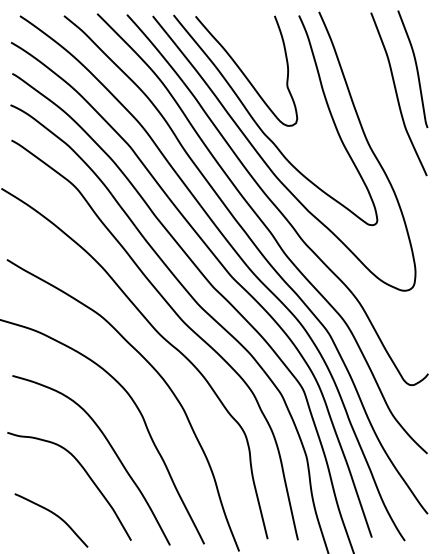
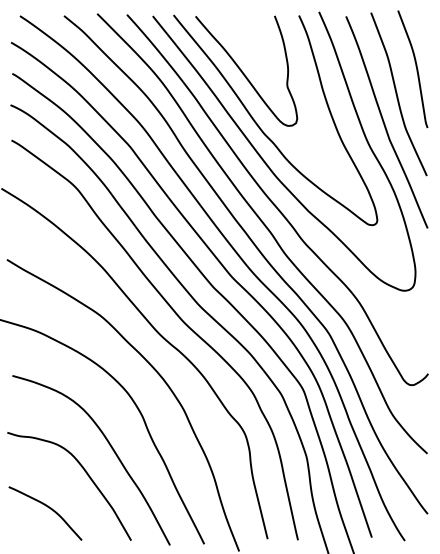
curve at (384, 122): none -> present
curve at (54, 515) position: (54, 515) -> (48, 508)
